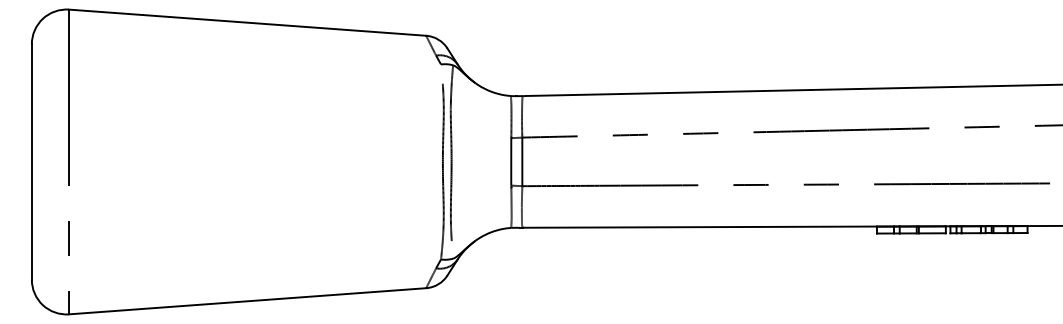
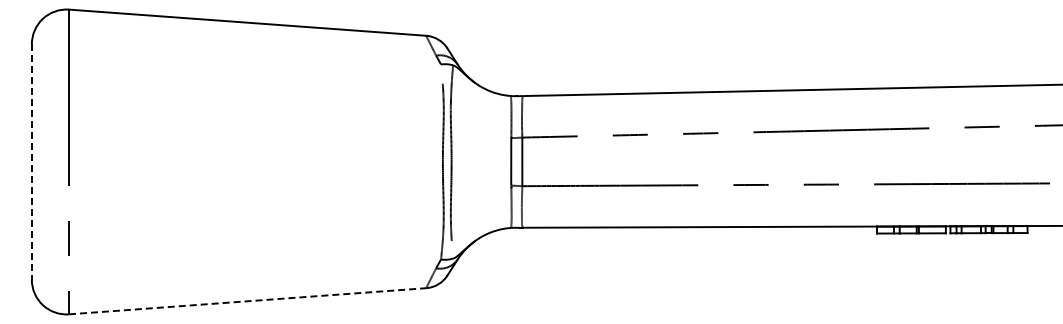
line at (31, 162): solid -> dashed
line at (248, 301): solid -> dashed
